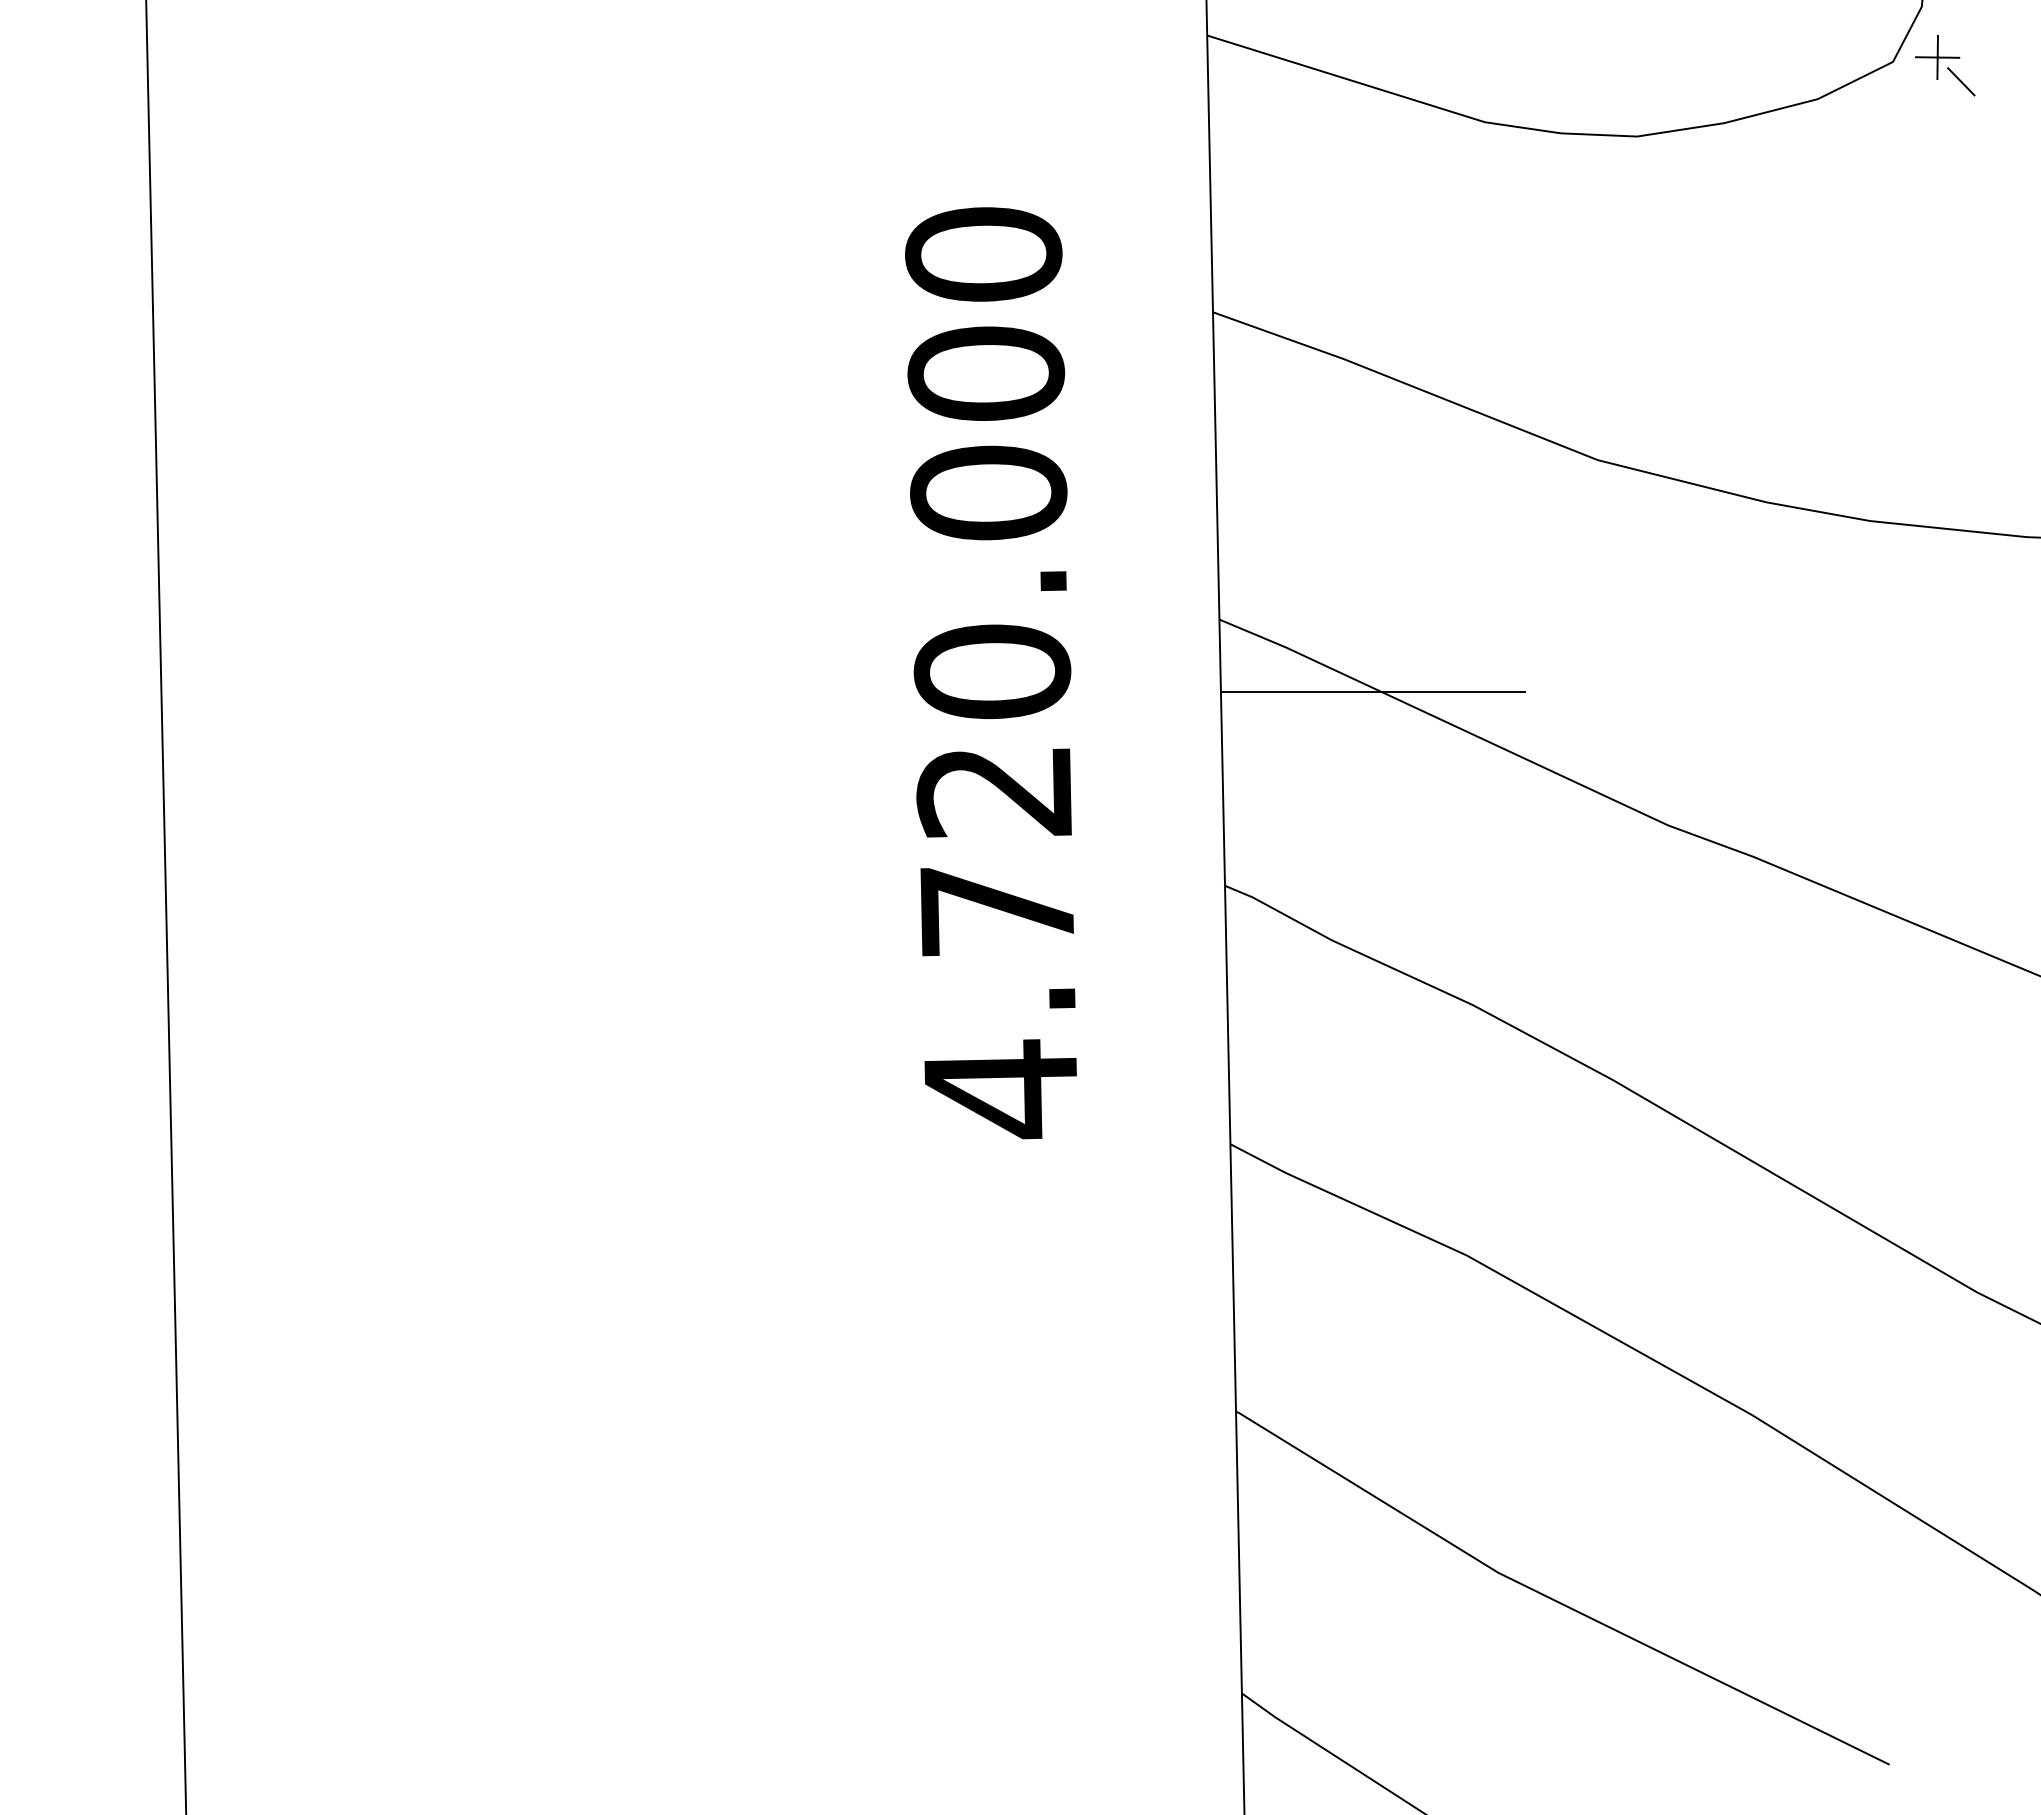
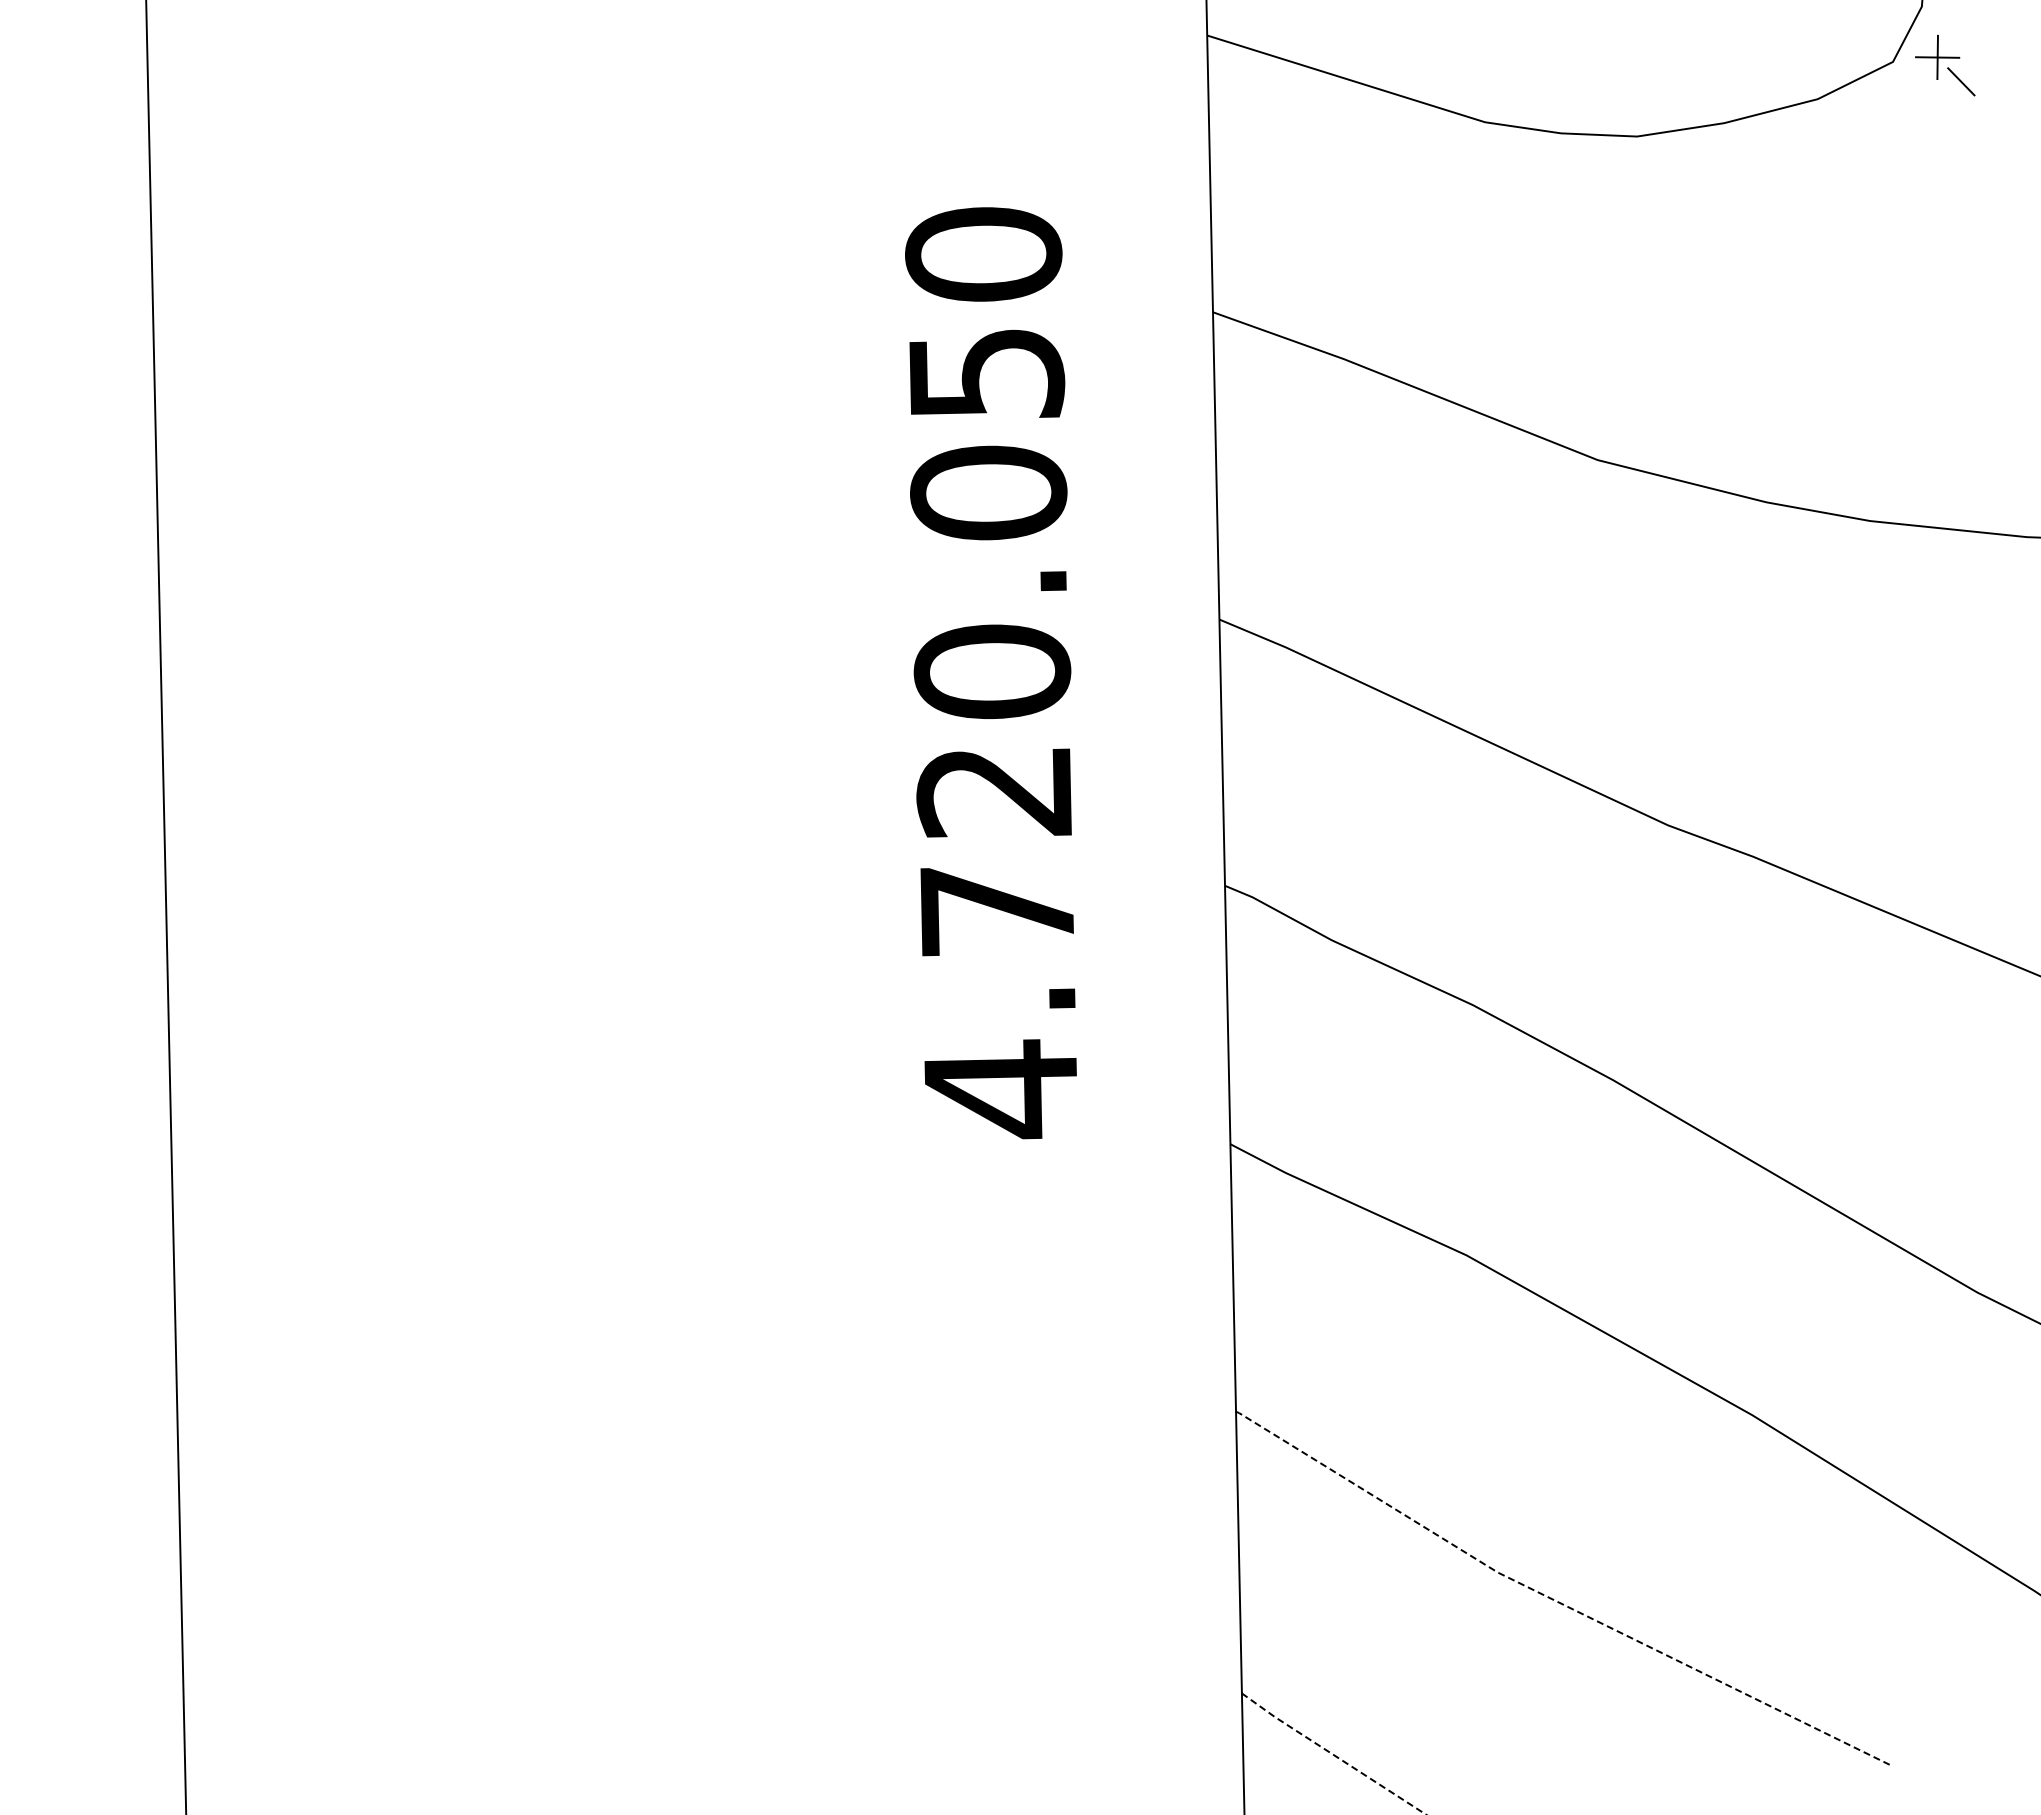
text at (986, 373): 4.720.000 -> 4.720.050
line at (1372, 691): present -> none
line at (1554, 1600): solid -> dashed
line at (1333, 1754): solid -> dashed
